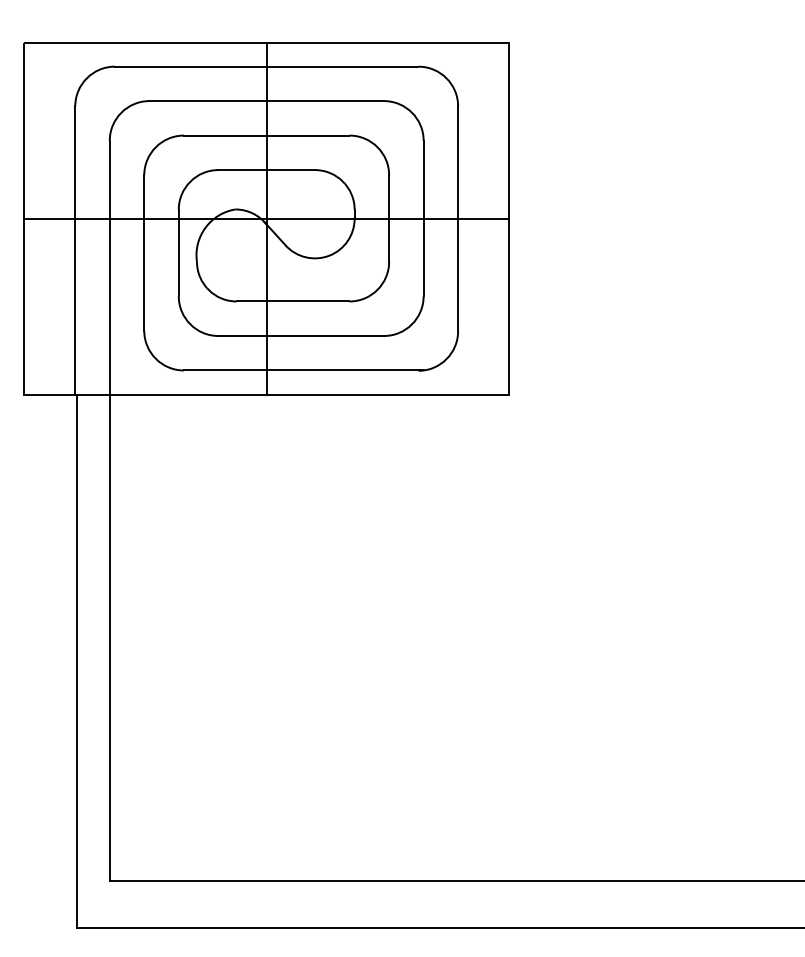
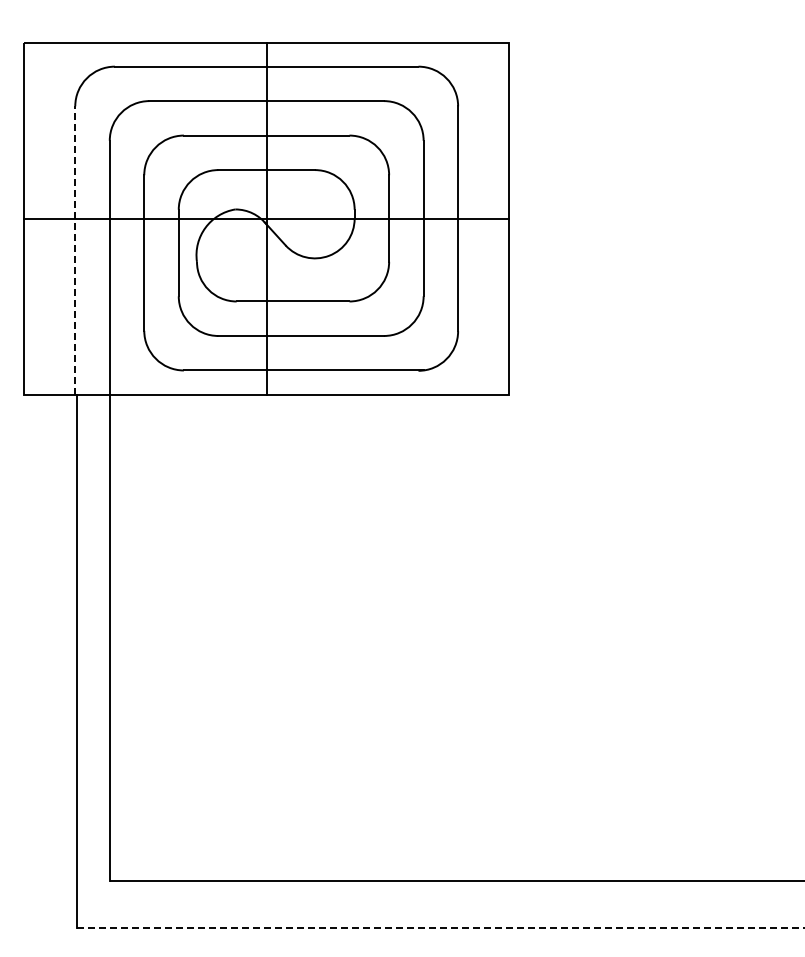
line at (75, 250): solid -> dashed
line at (441, 928): solid -> dashed
